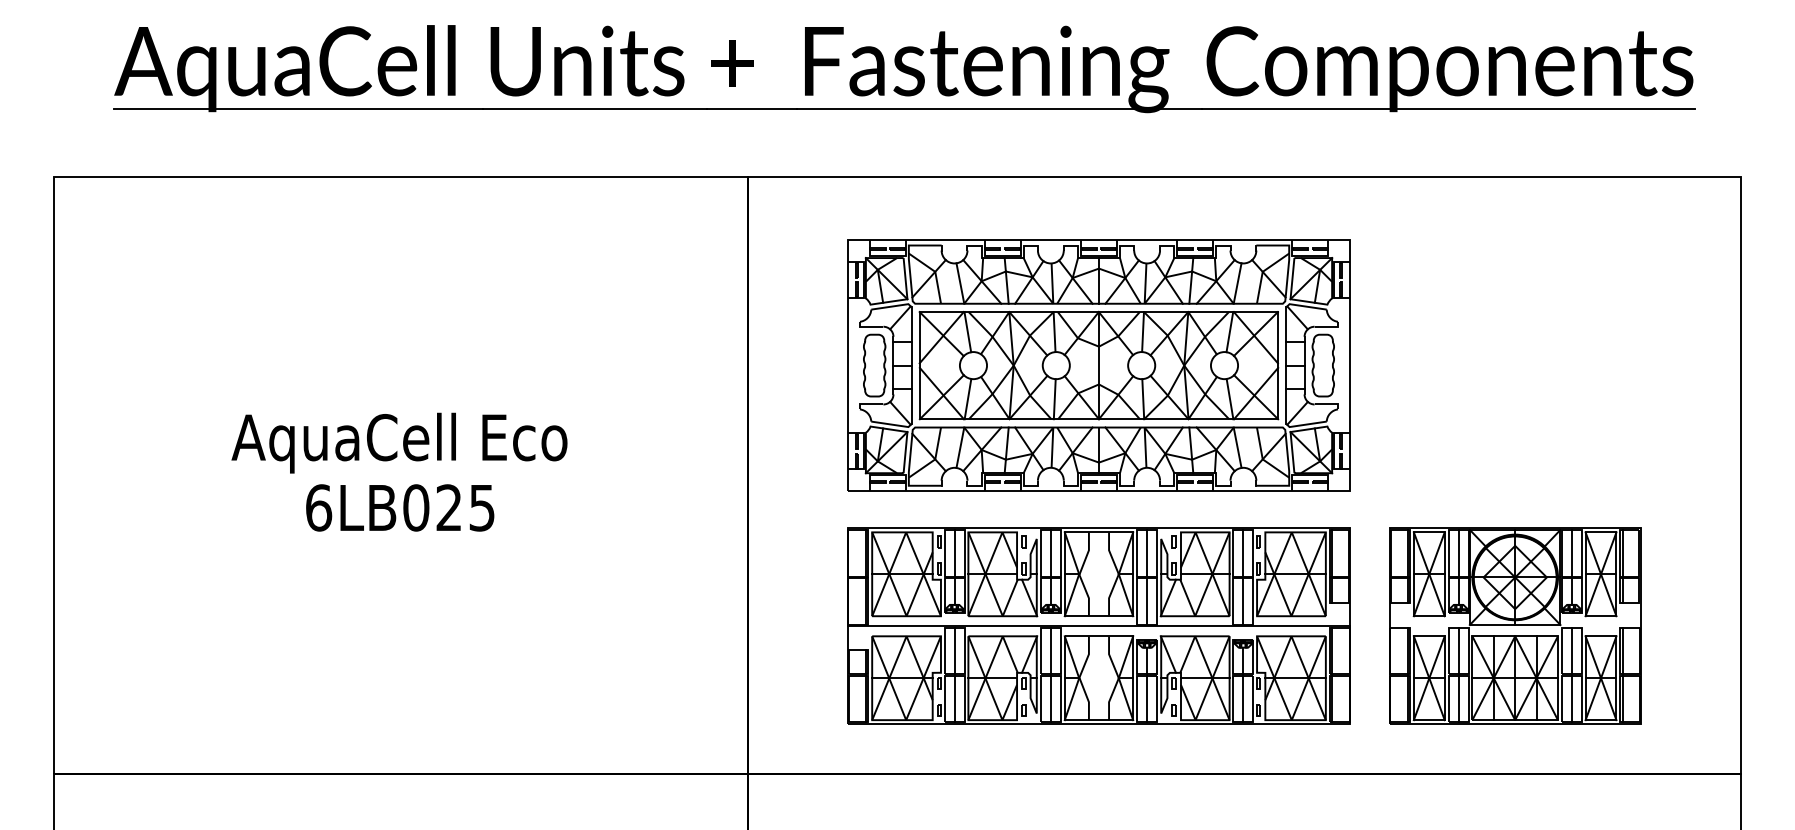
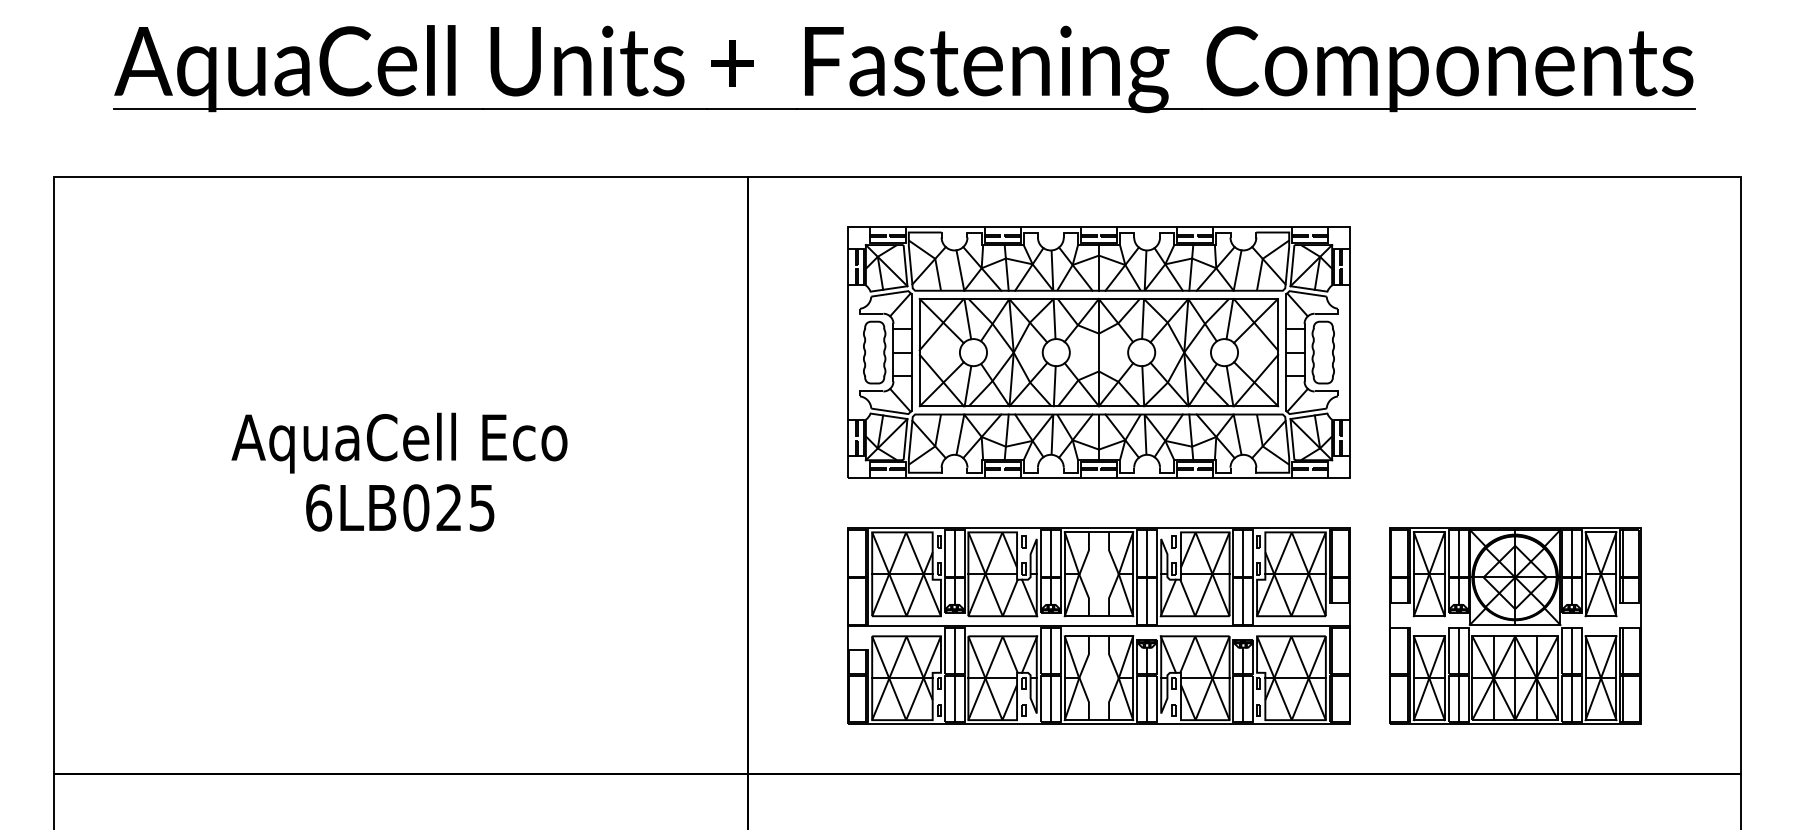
part at (1098, 365) position: (1098, 365) -> (1098, 352)
